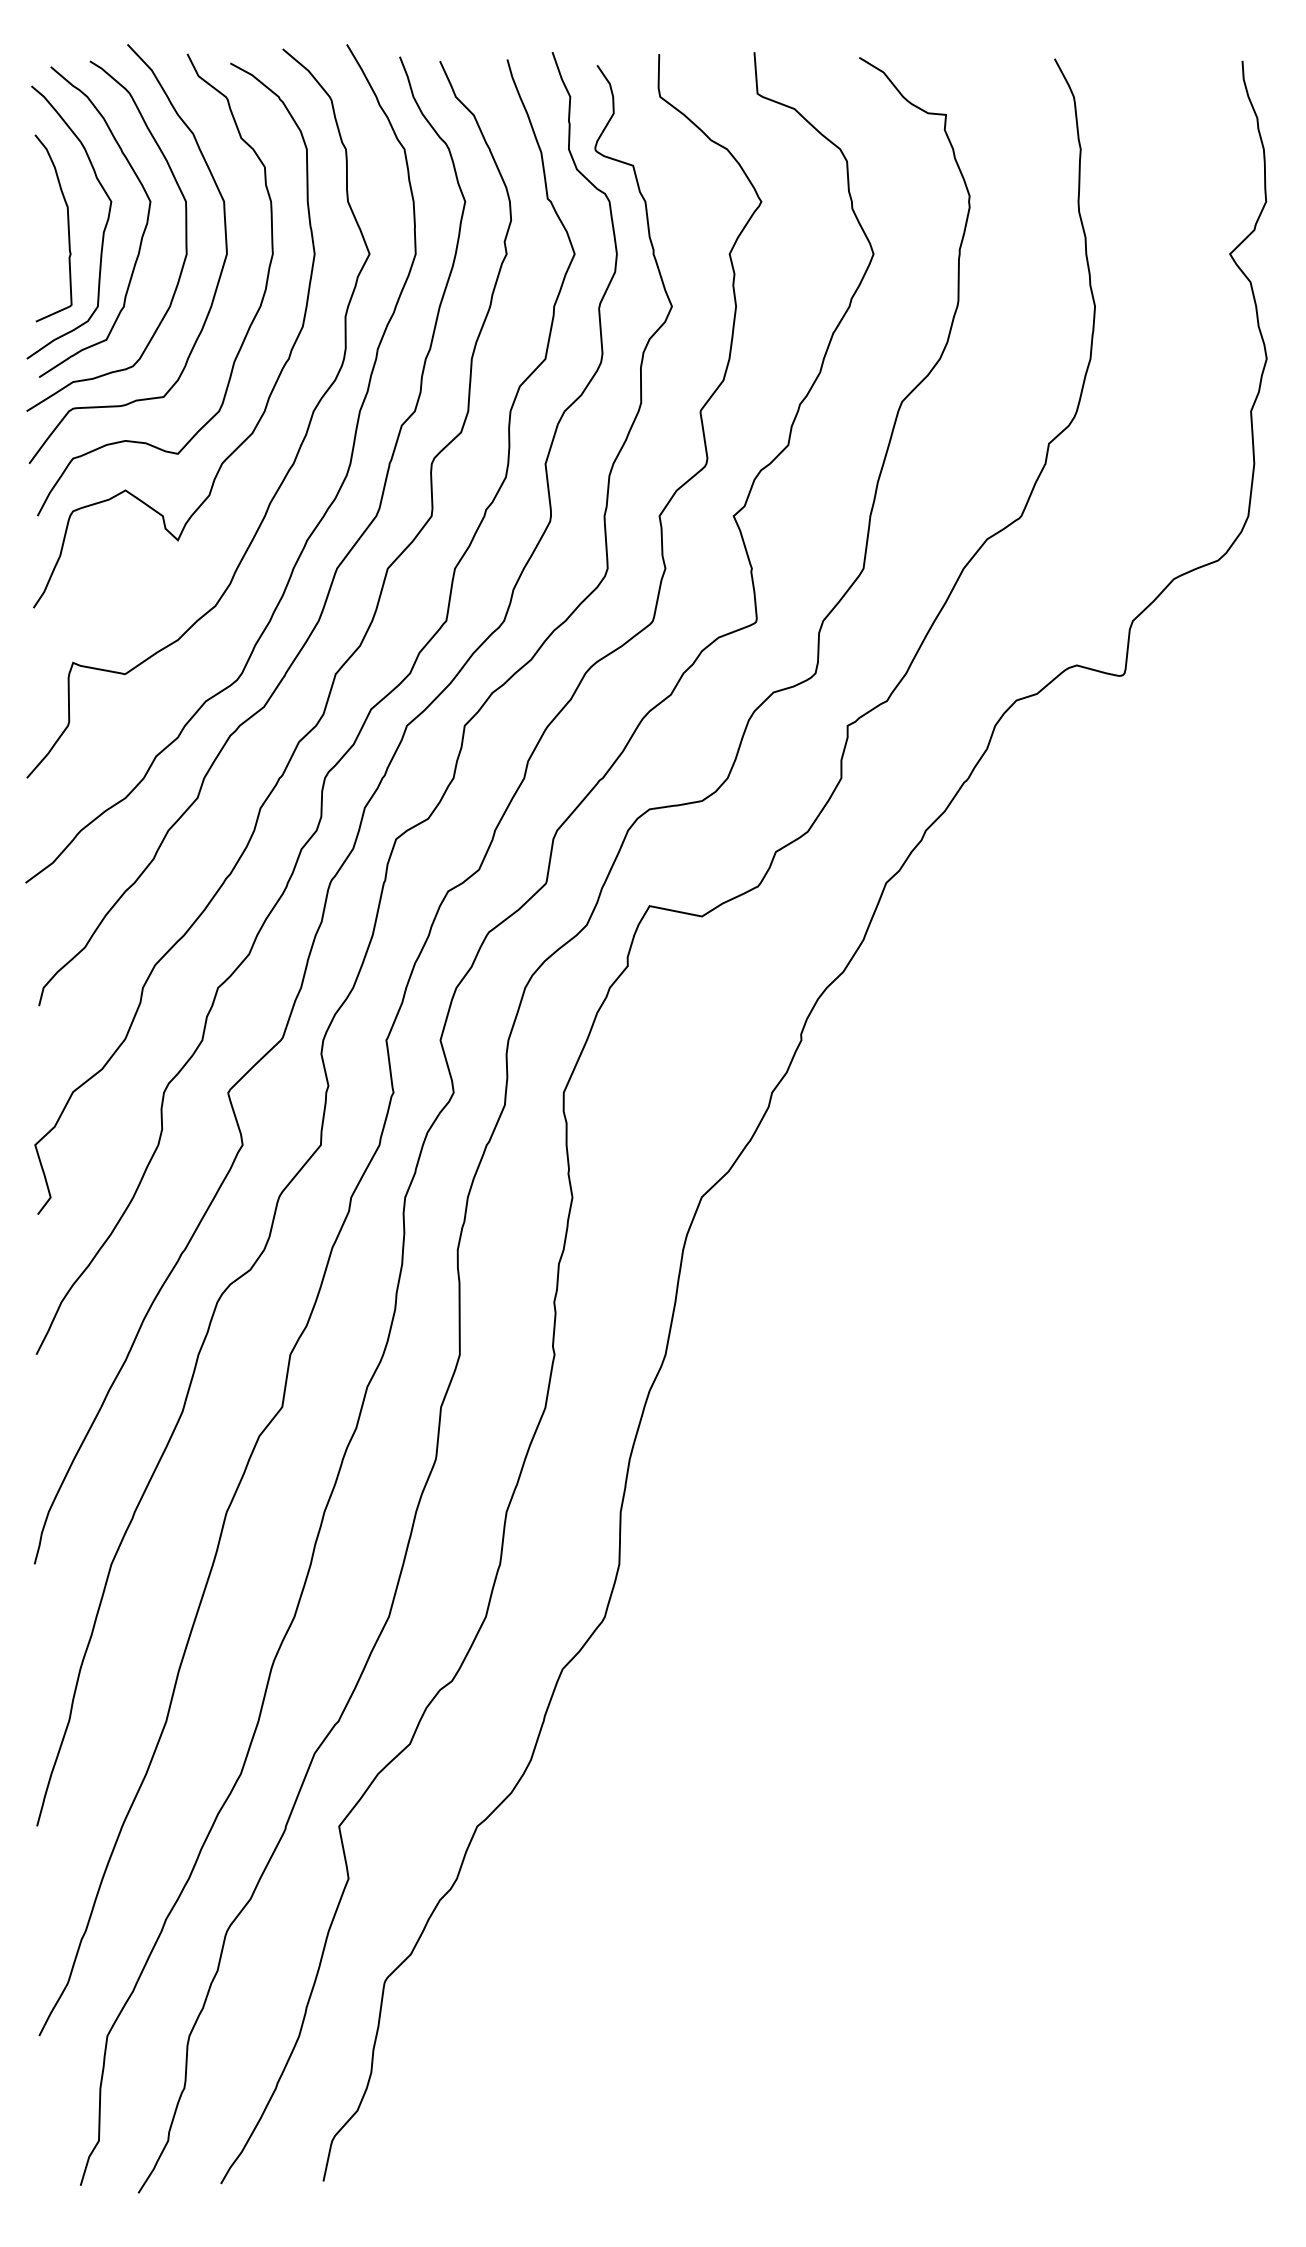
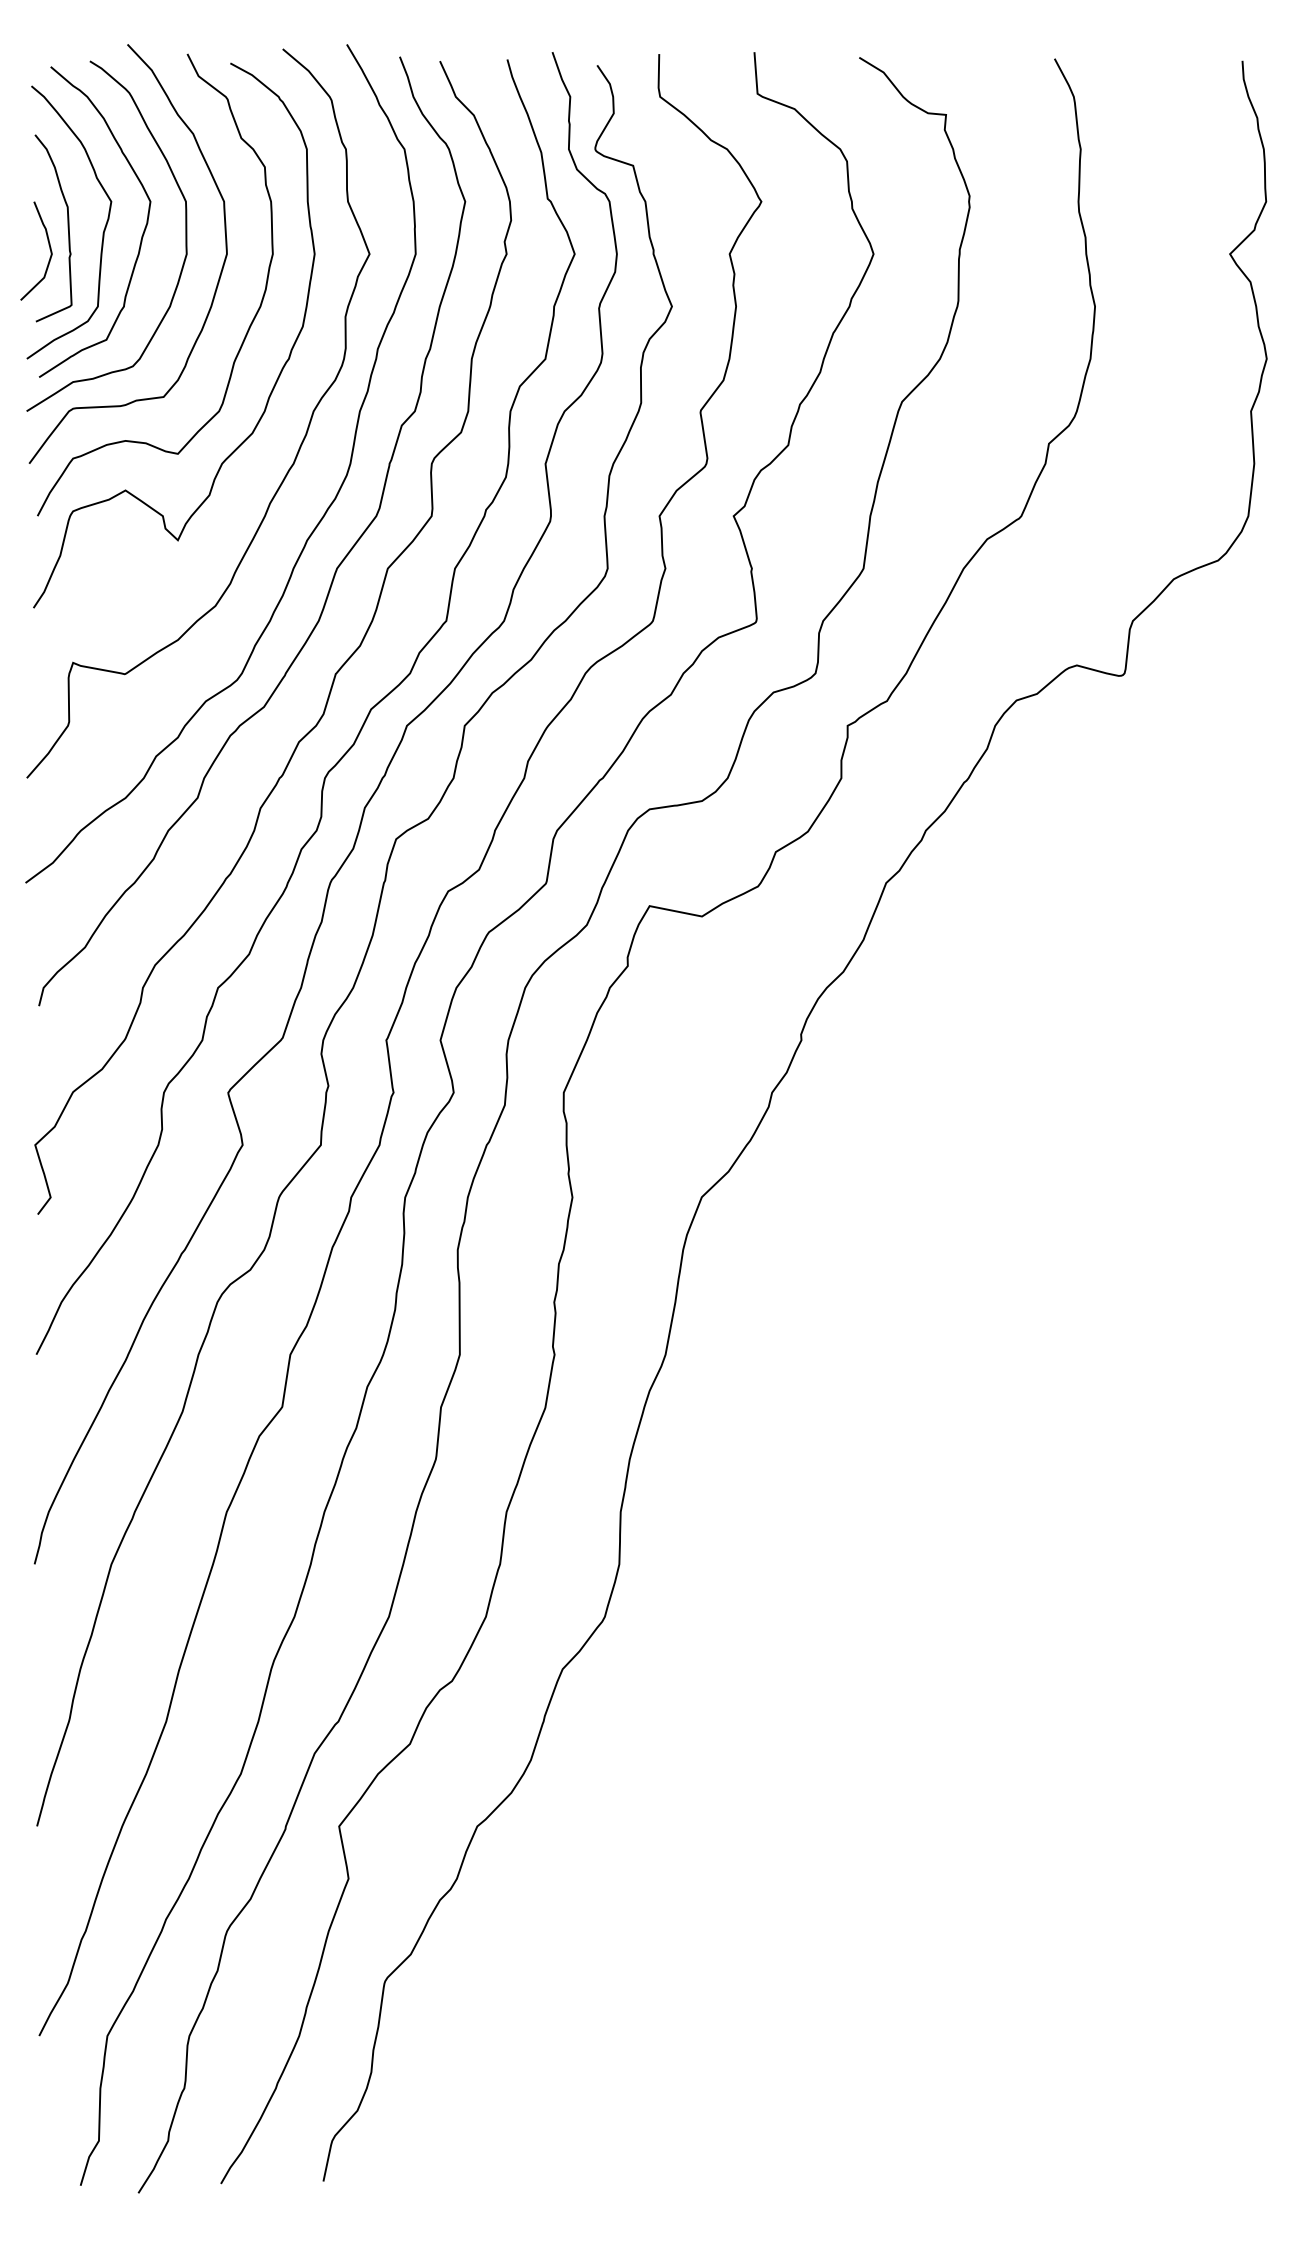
curve at (48, 245): none -> present
